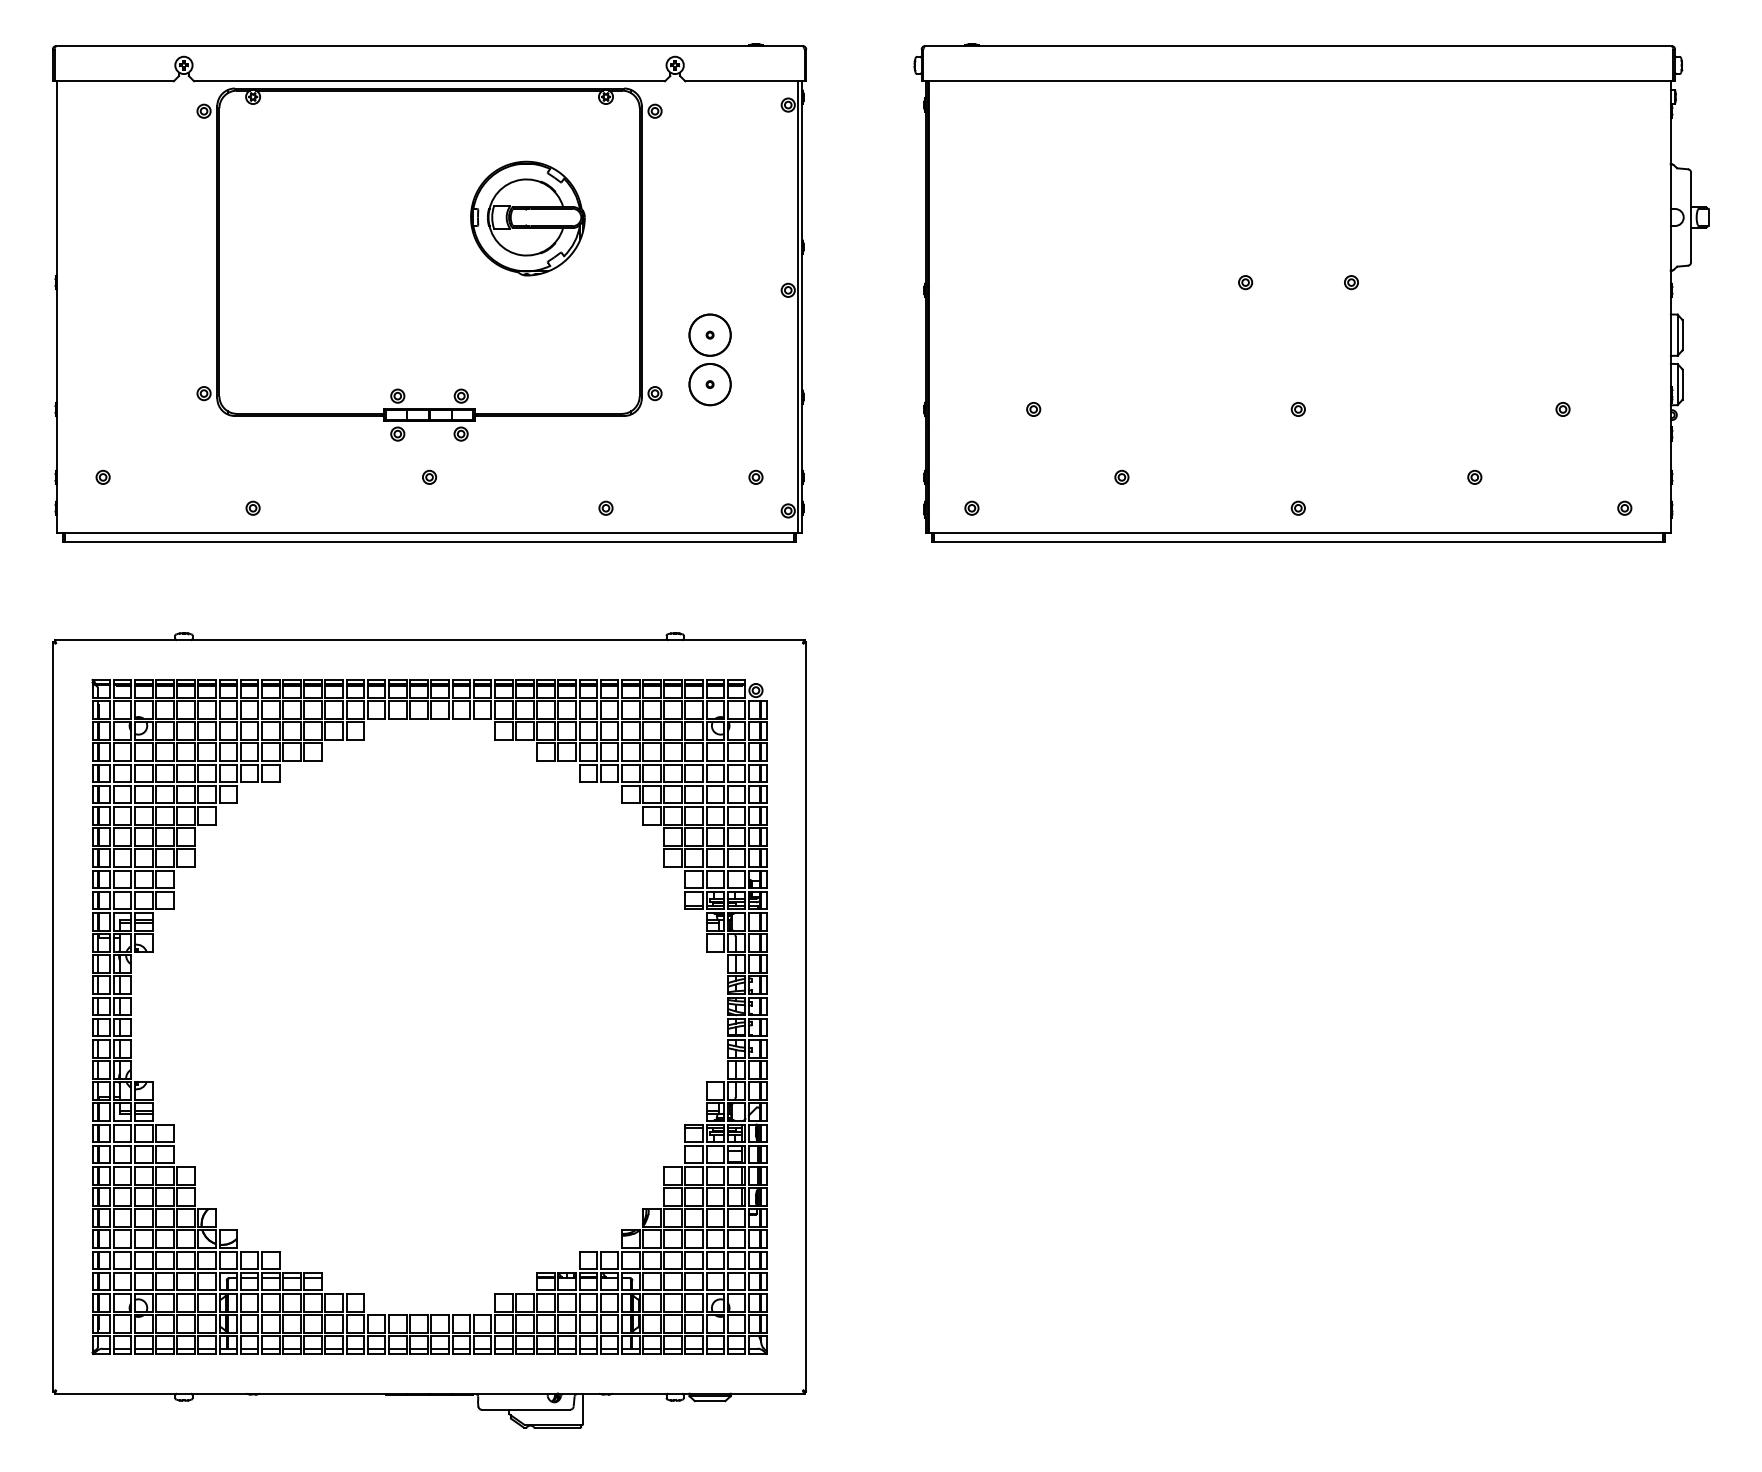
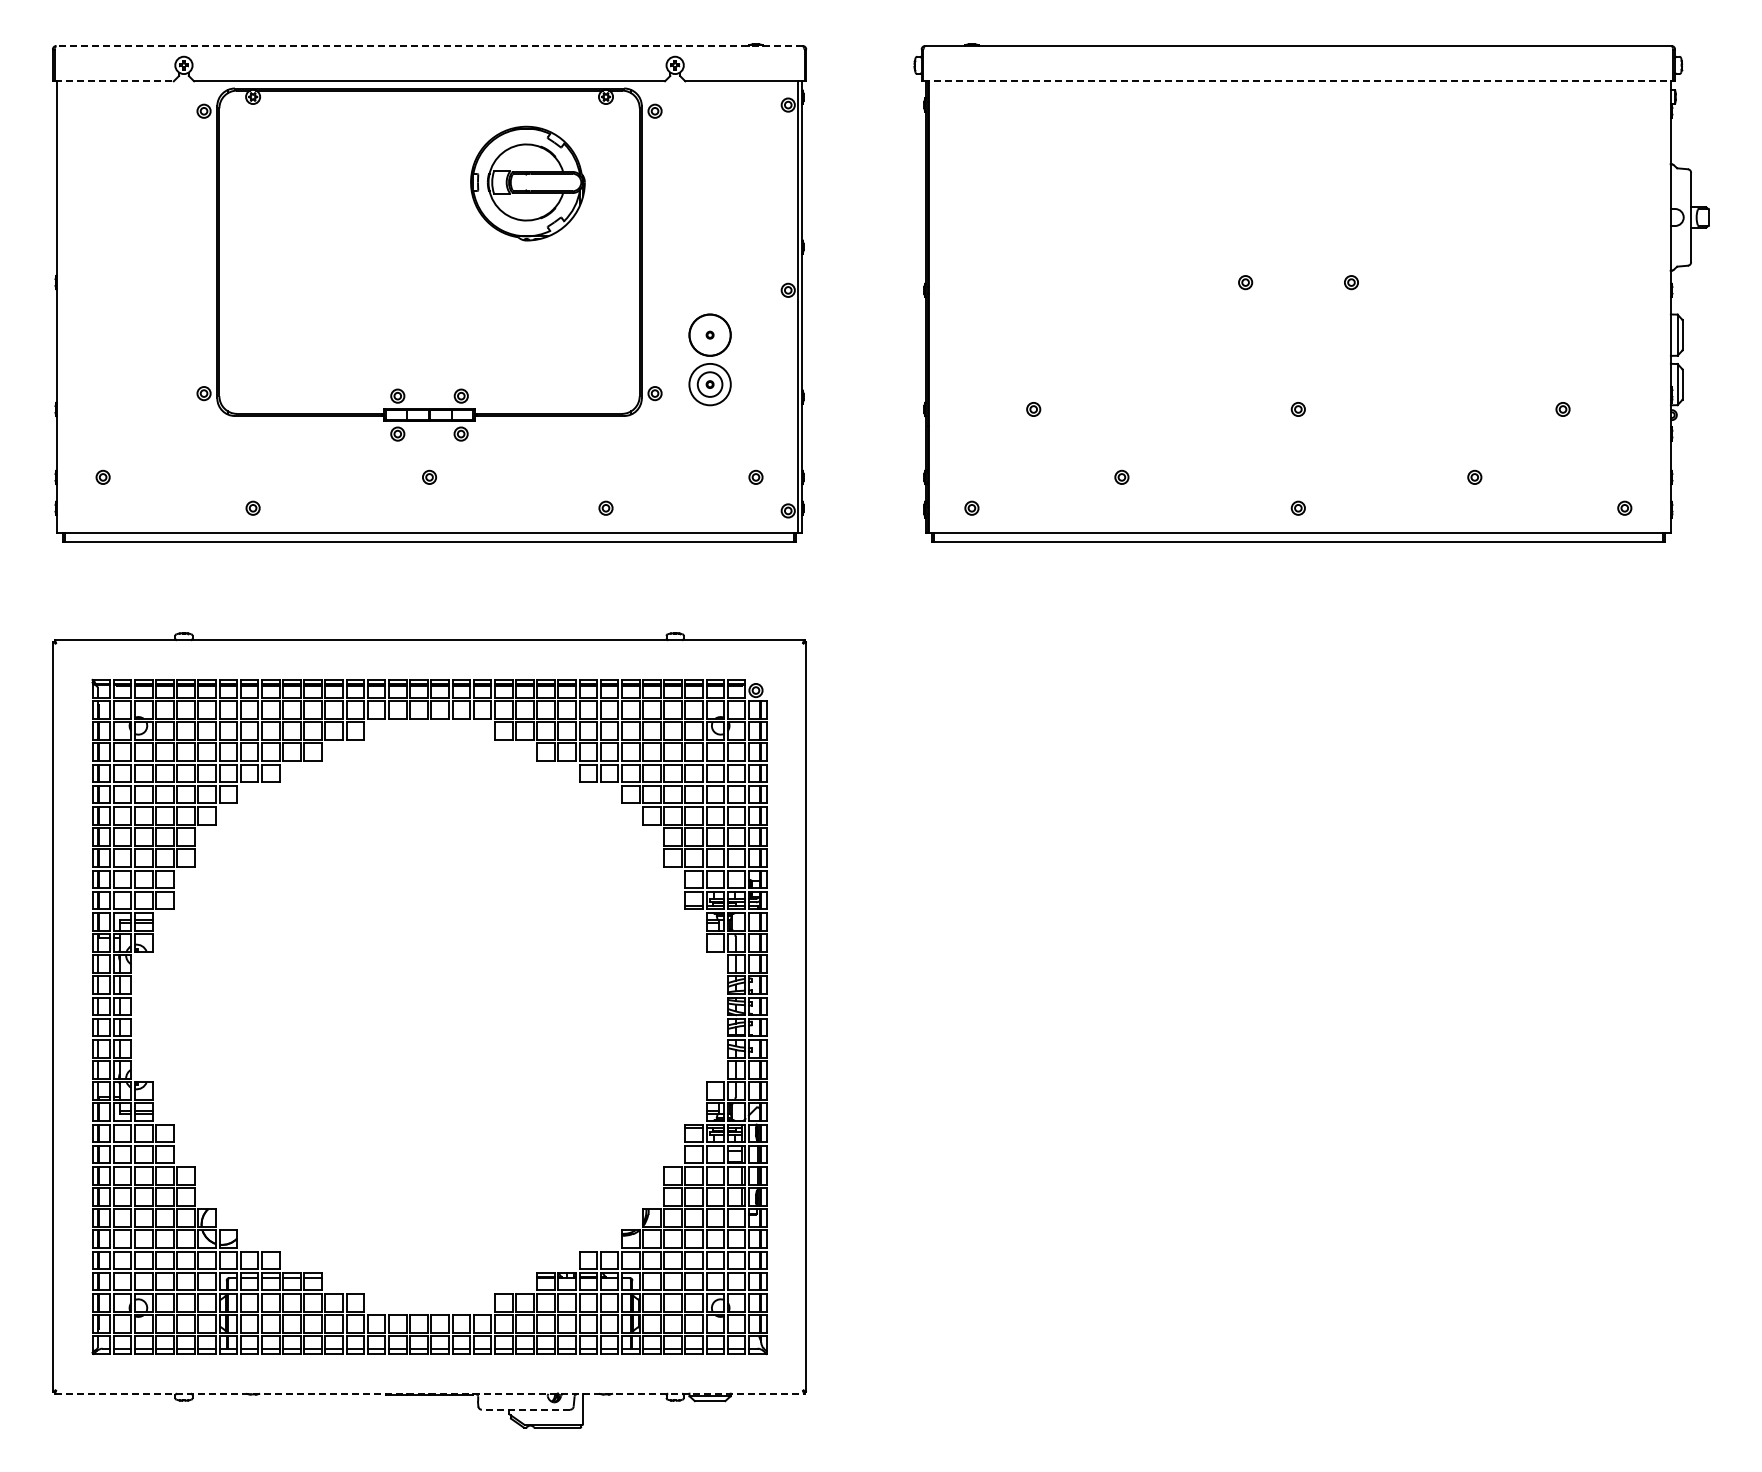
line at (429, 46): solid -> dashed
line at (114, 81): solid -> dashed
line at (1298, 81): solid -> dashed
part at (527, 218) position: (527, 218) -> (527, 183)
circle at (709, 384) diameter: 41 px -> 25 px
line at (429, 1393): solid -> dashed
line at (525, 1409): solid -> dashed
